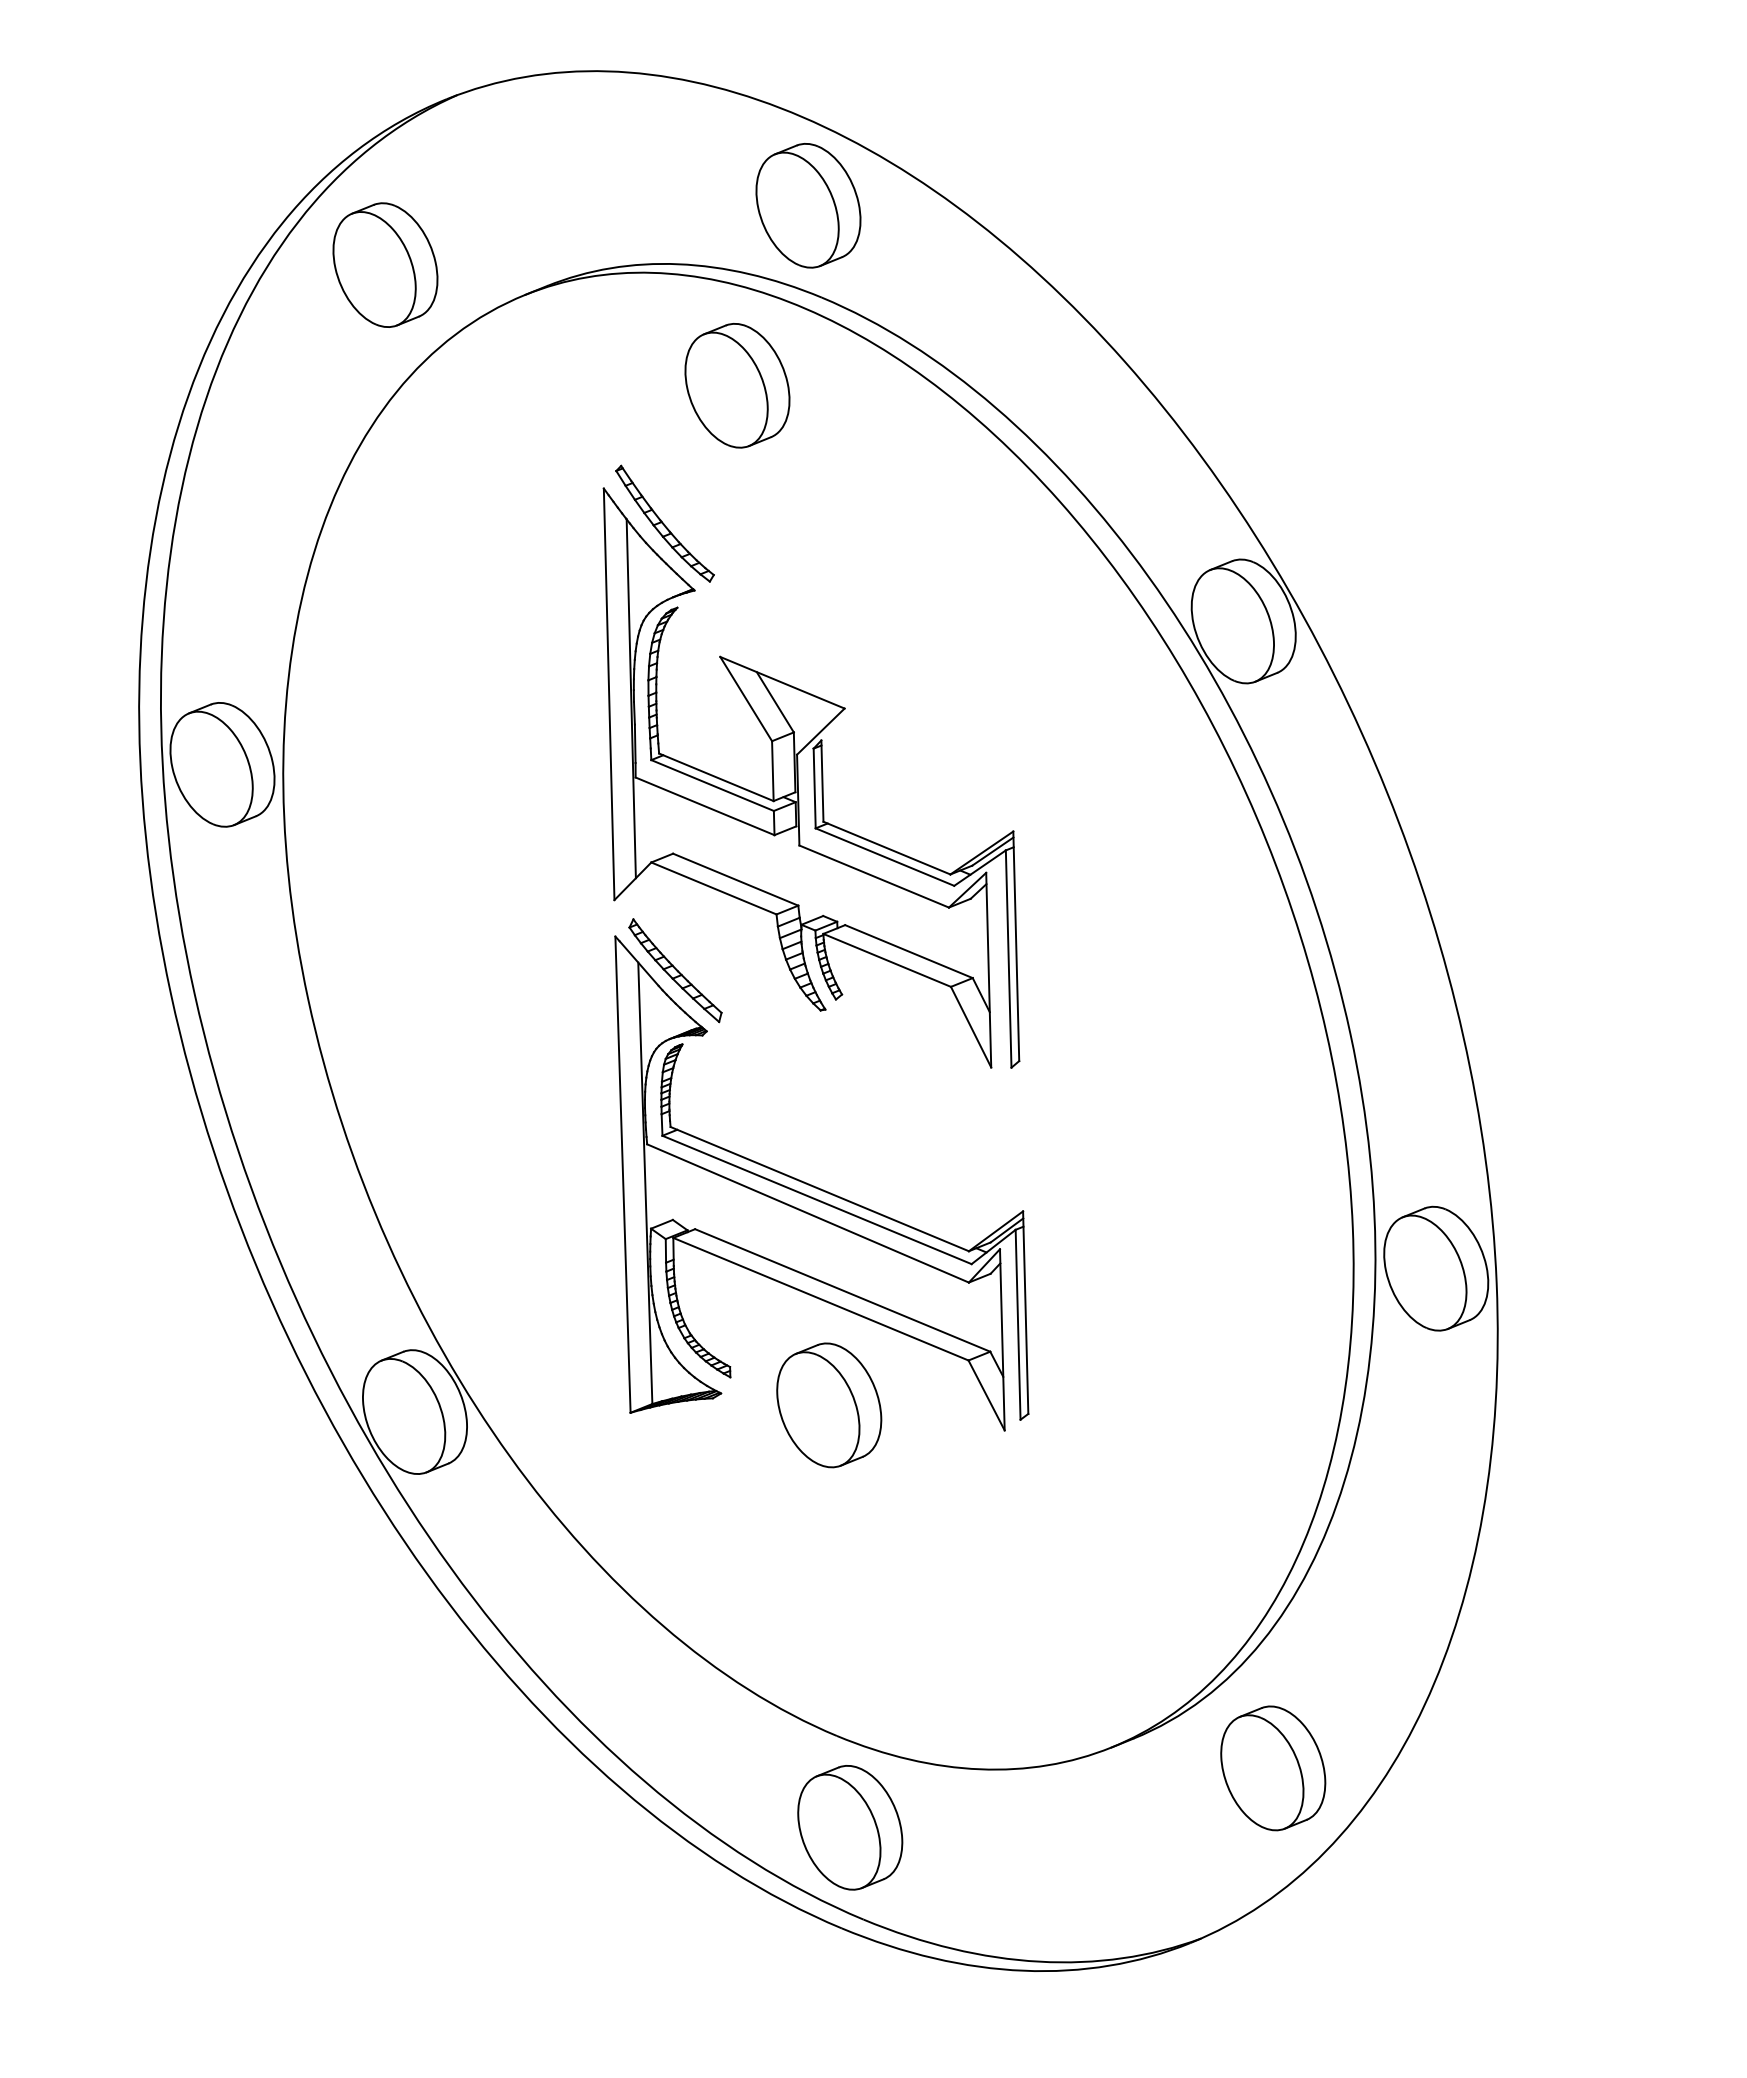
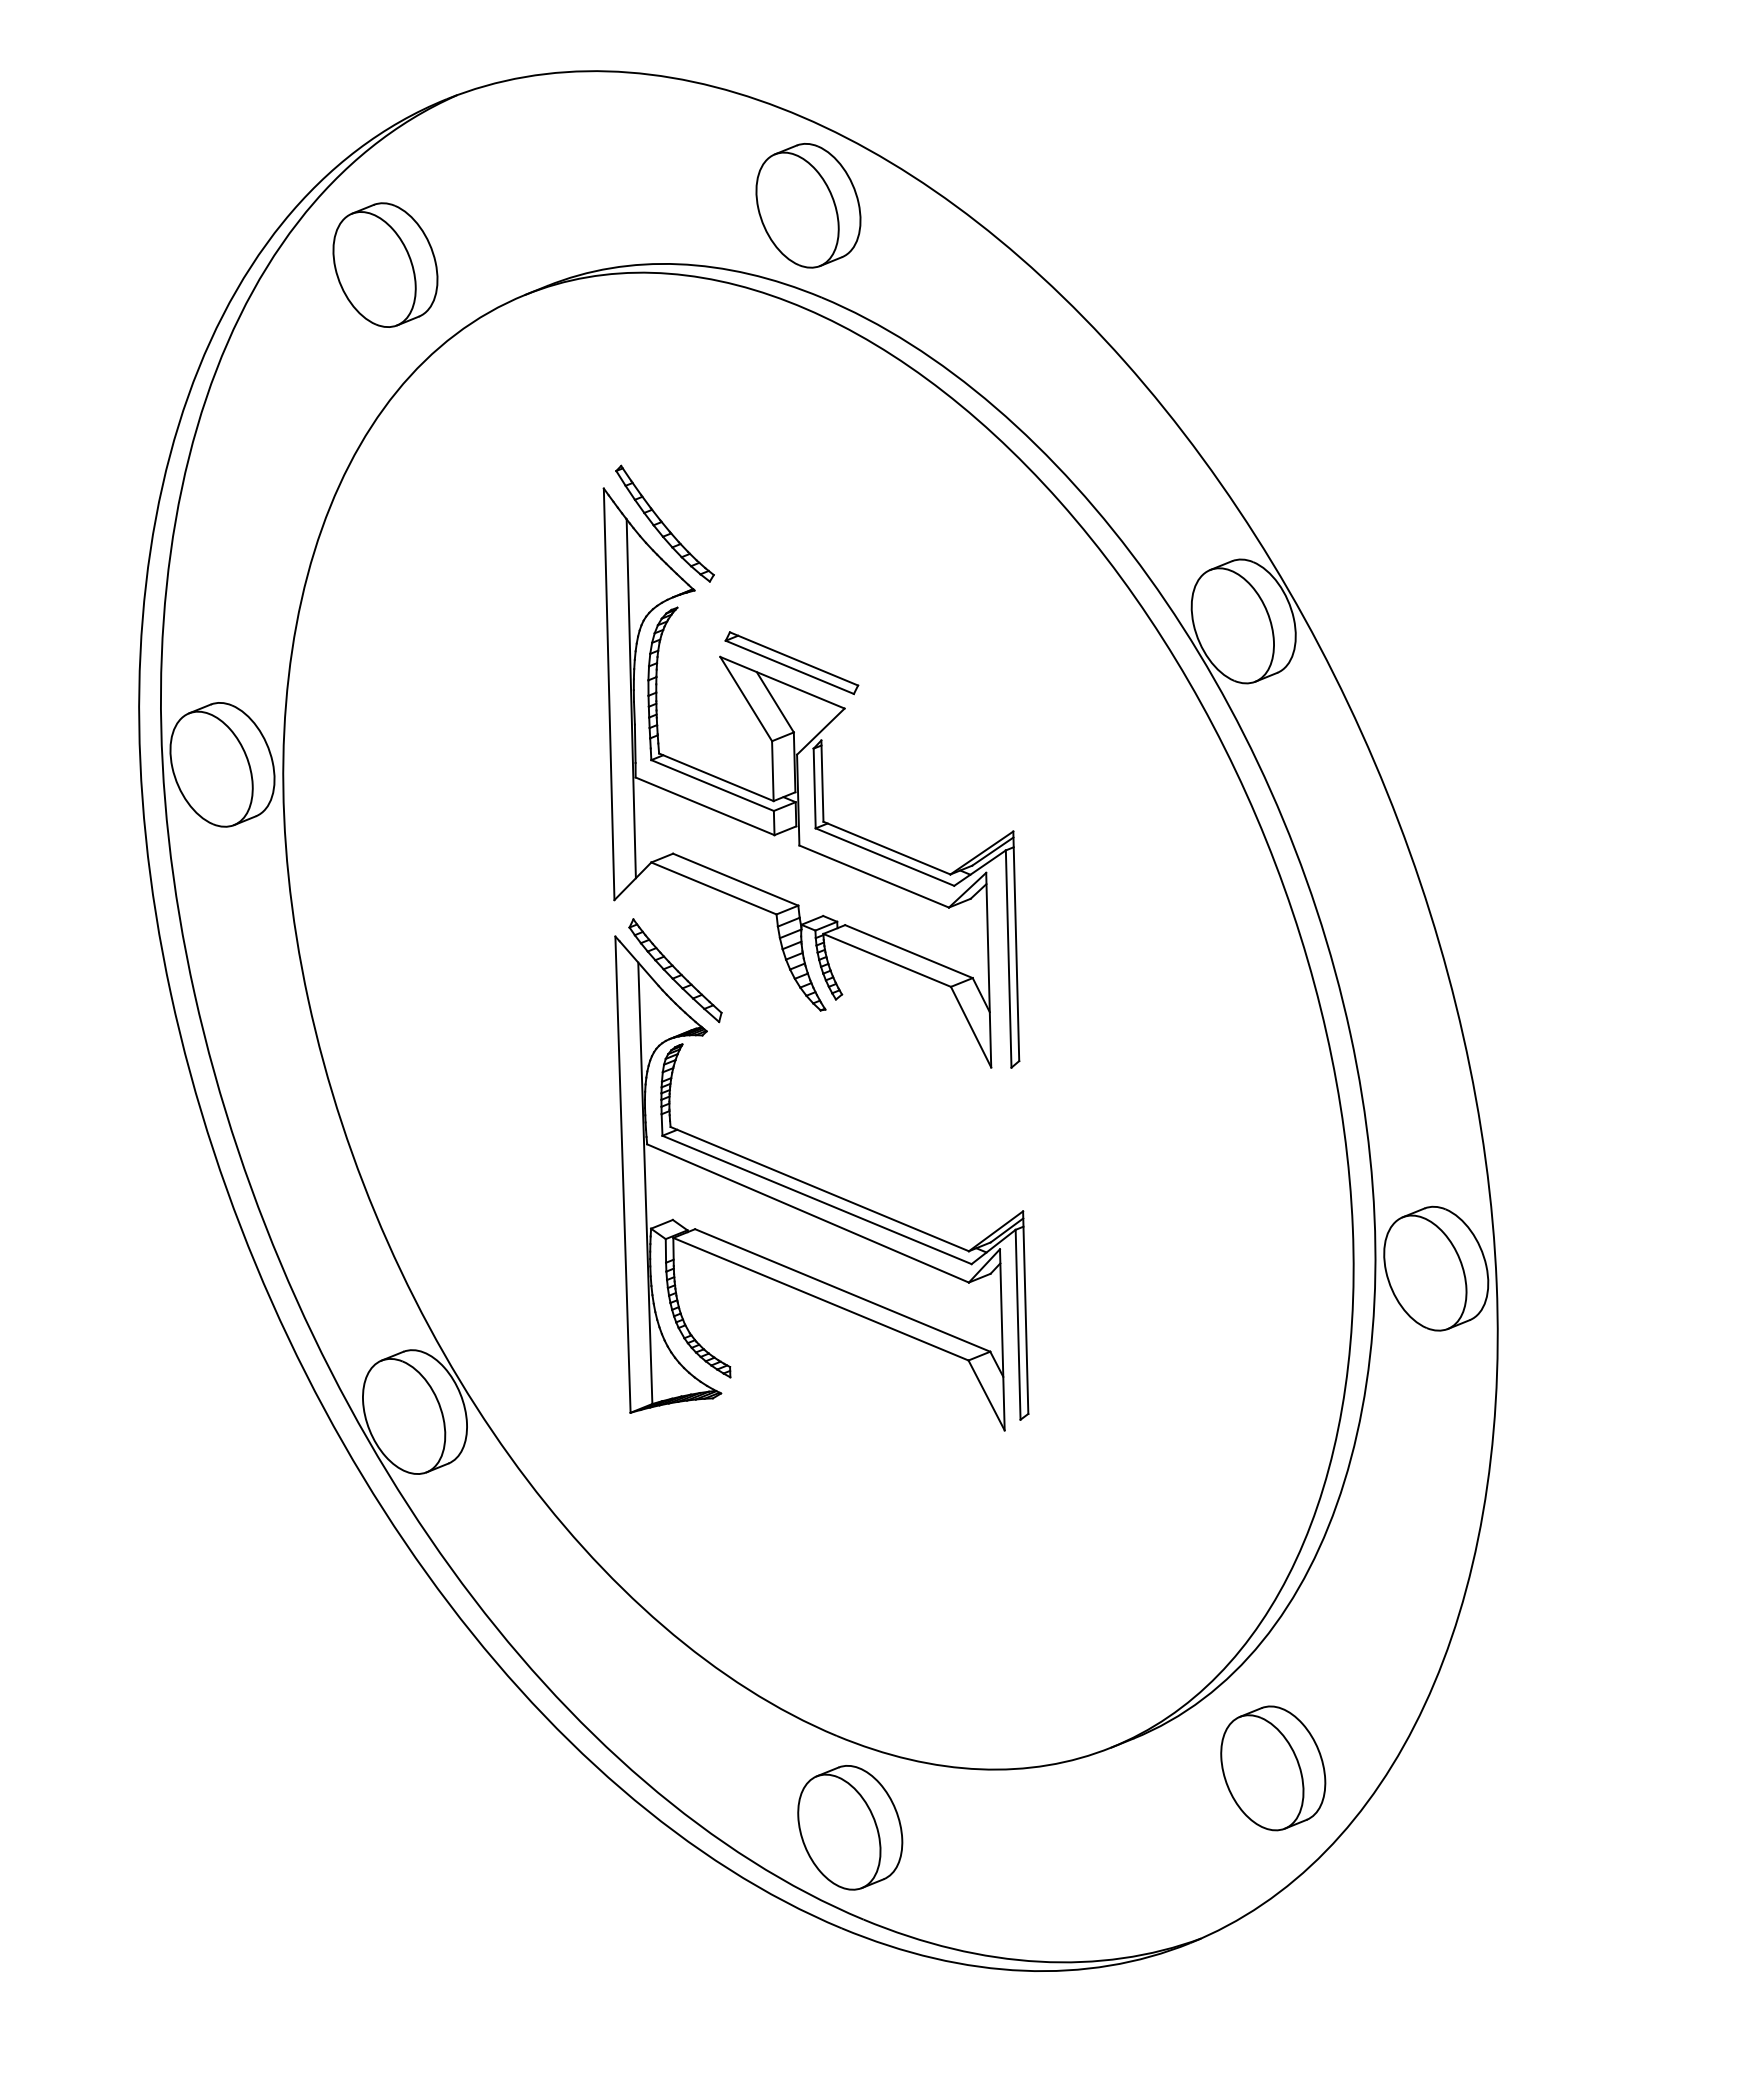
part at (737, 385): present -> none
part at (791, 663): none -> present
part at (829, 1405): present -> none
